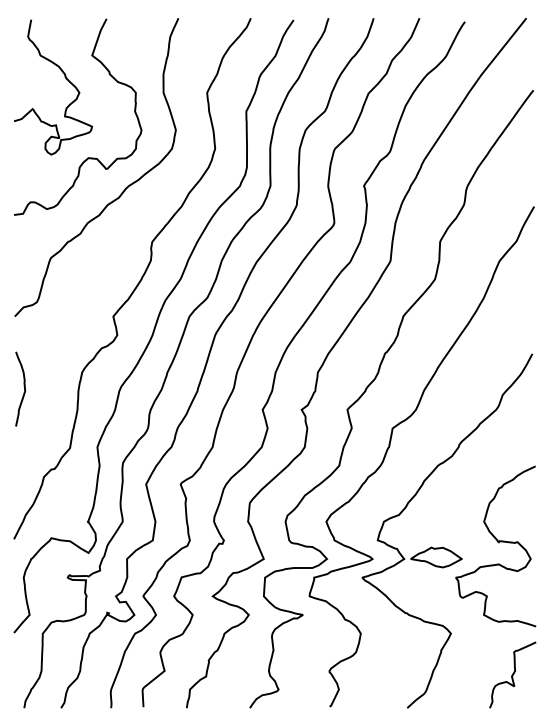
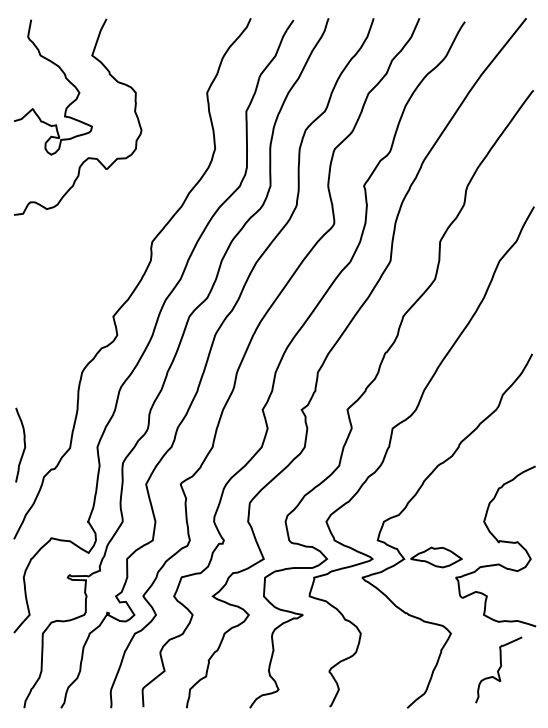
curve at (124, 188): present -> none
curve at (23, 386) position: (23, 386) -> (23, 442)
curve at (512, 674) position: (512, 674) -> (498, 669)
